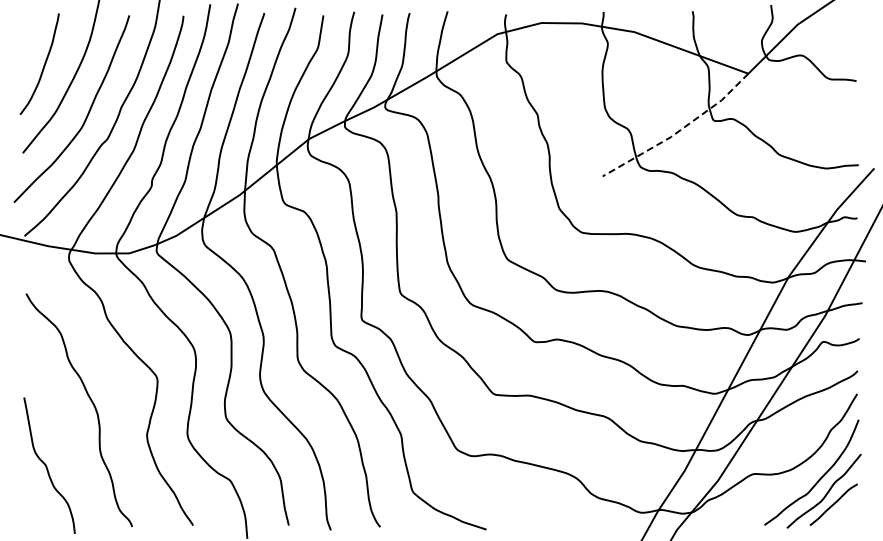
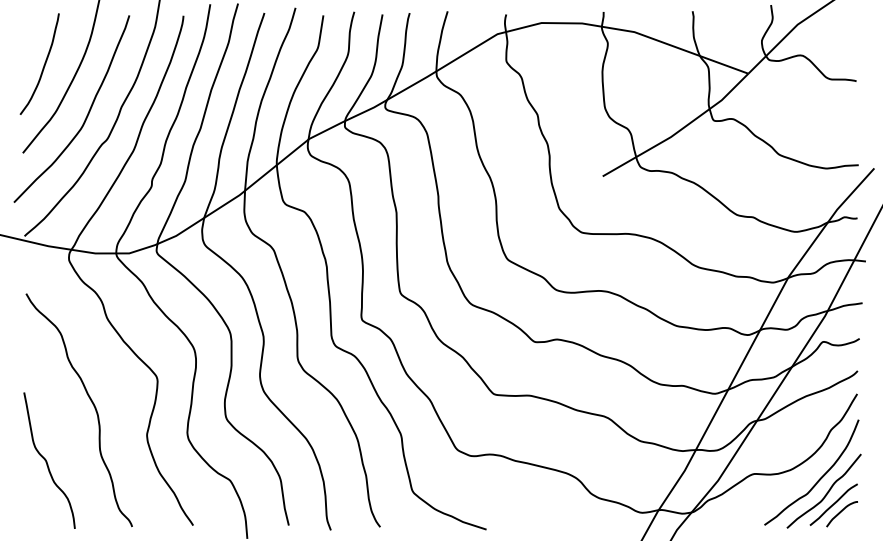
line at (679, 130): dashed -> solid
curve at (47, 466) position: (47, 466) -> (47, 461)
curve at (840, 513): none -> present
